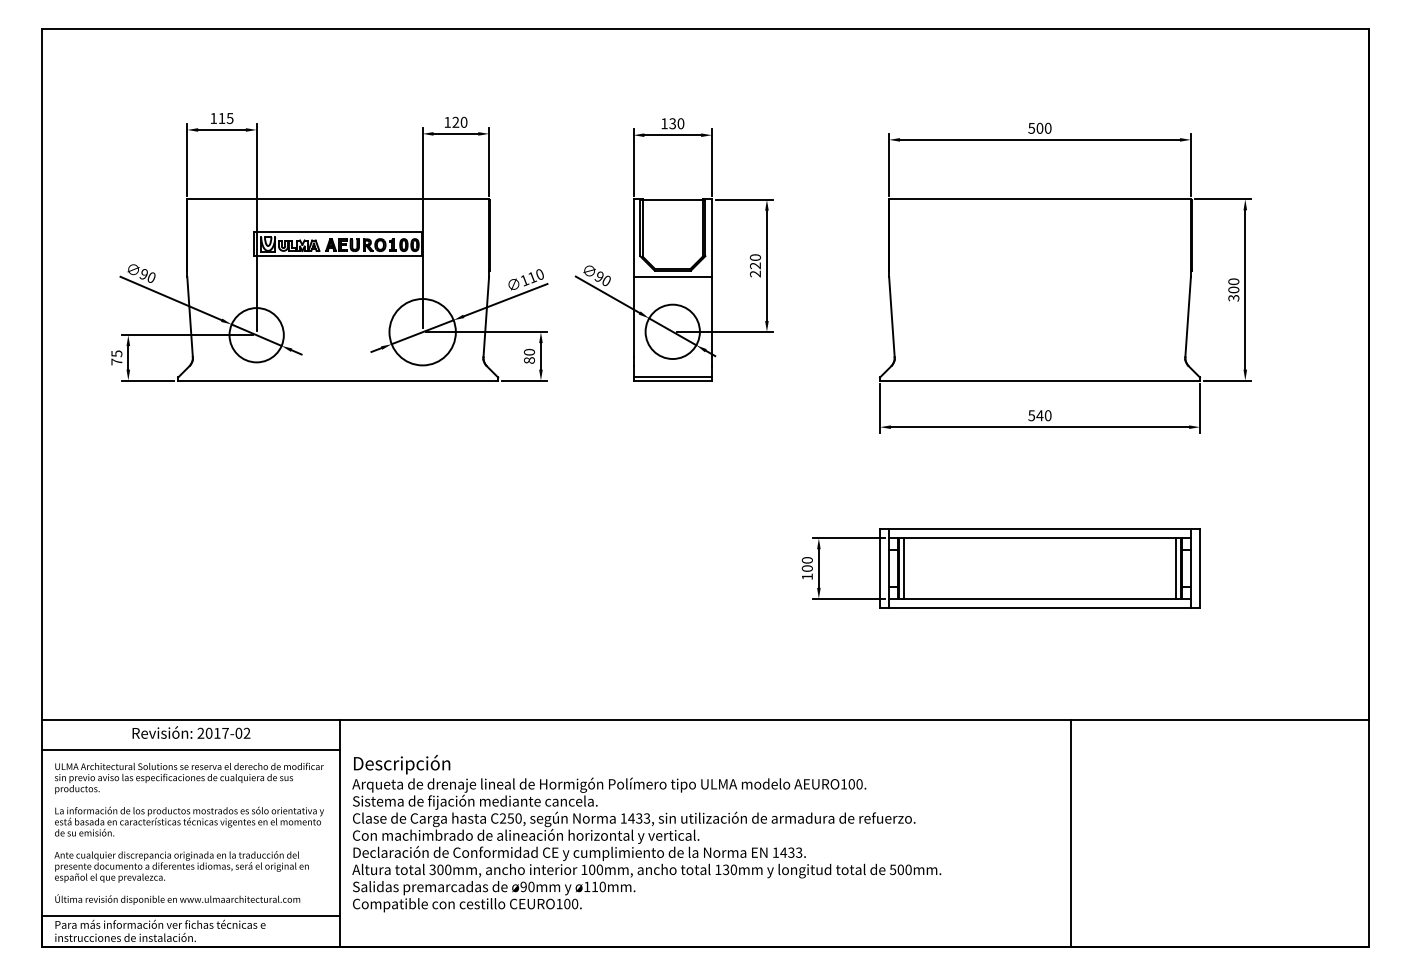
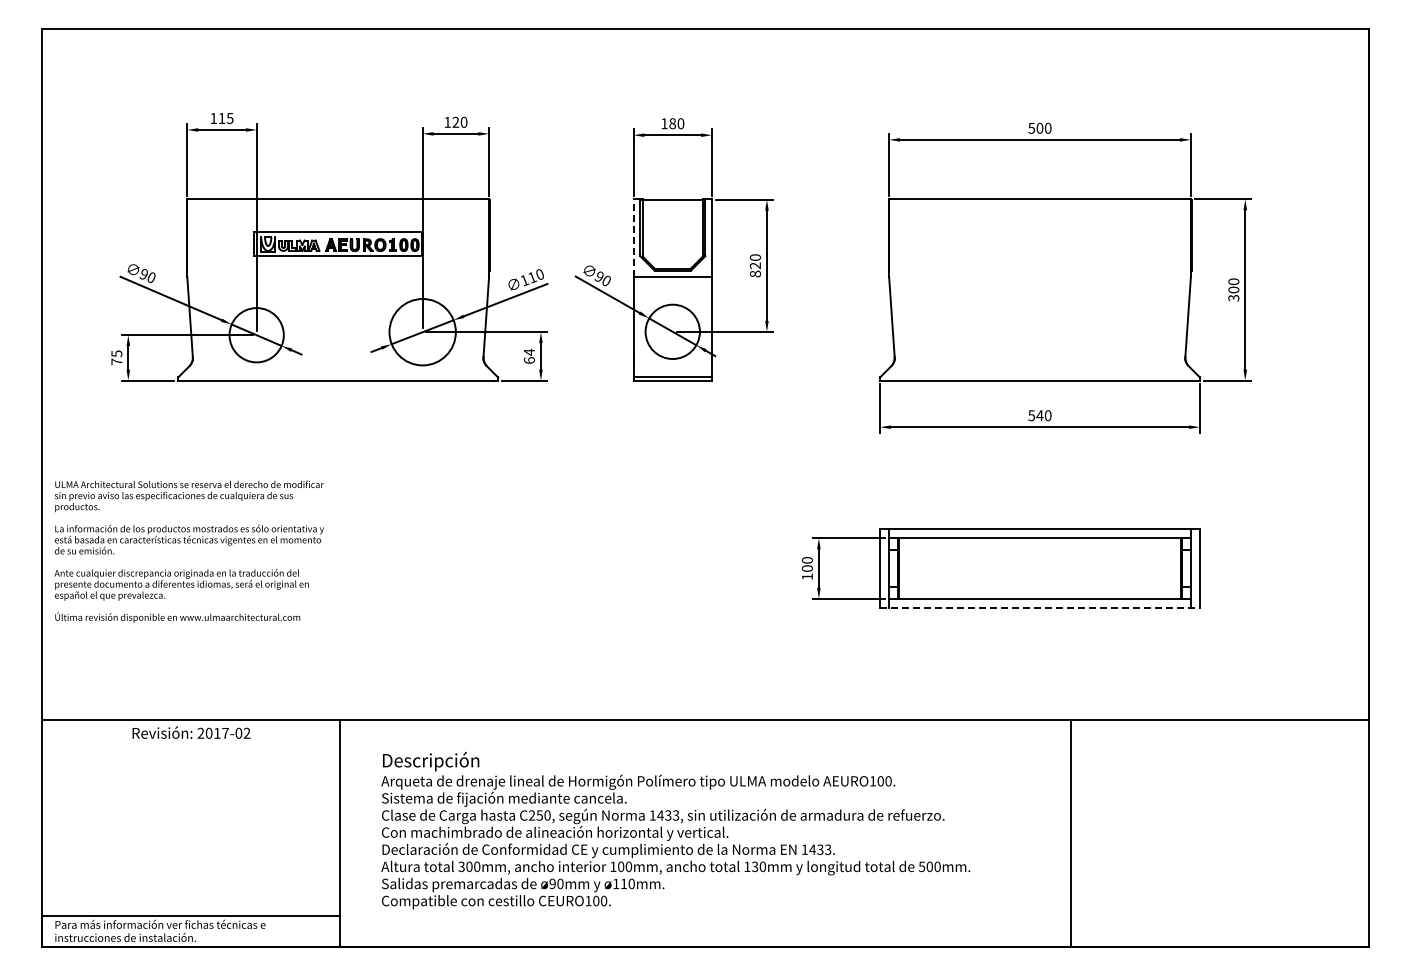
text at (672, 123): 130 -> 180
line at (633, 238): solid -> dashed
text at (755, 273): 220 -> 820
text at (528, 355): 80 -> 64
line at (904, 568): present -> none
line at (1175, 568): present -> none
line at (1040, 607): solid -> dashed
line at (191, 749): present -> none
text at (188, 833) position: (188, 833) -> (188, 551)
text at (646, 833) position: (646, 833) -> (675, 830)
